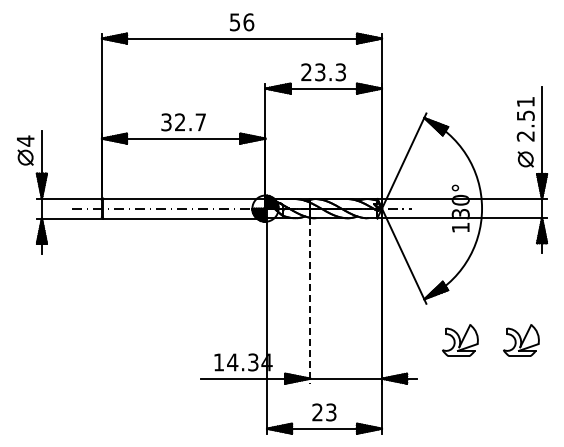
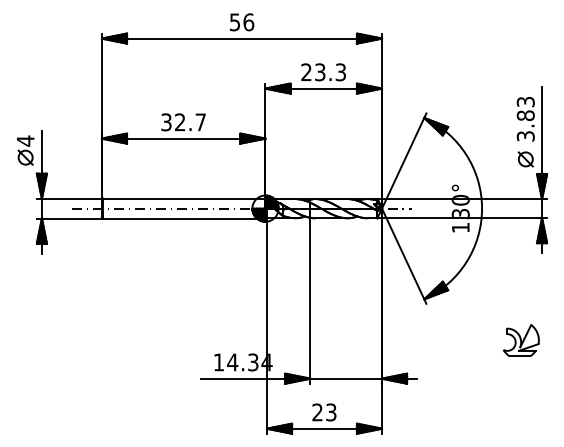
text at (525, 118): 2.51 -> 3.83
line at (310, 300): dashed -> solid
part at (460, 340): present -> none
